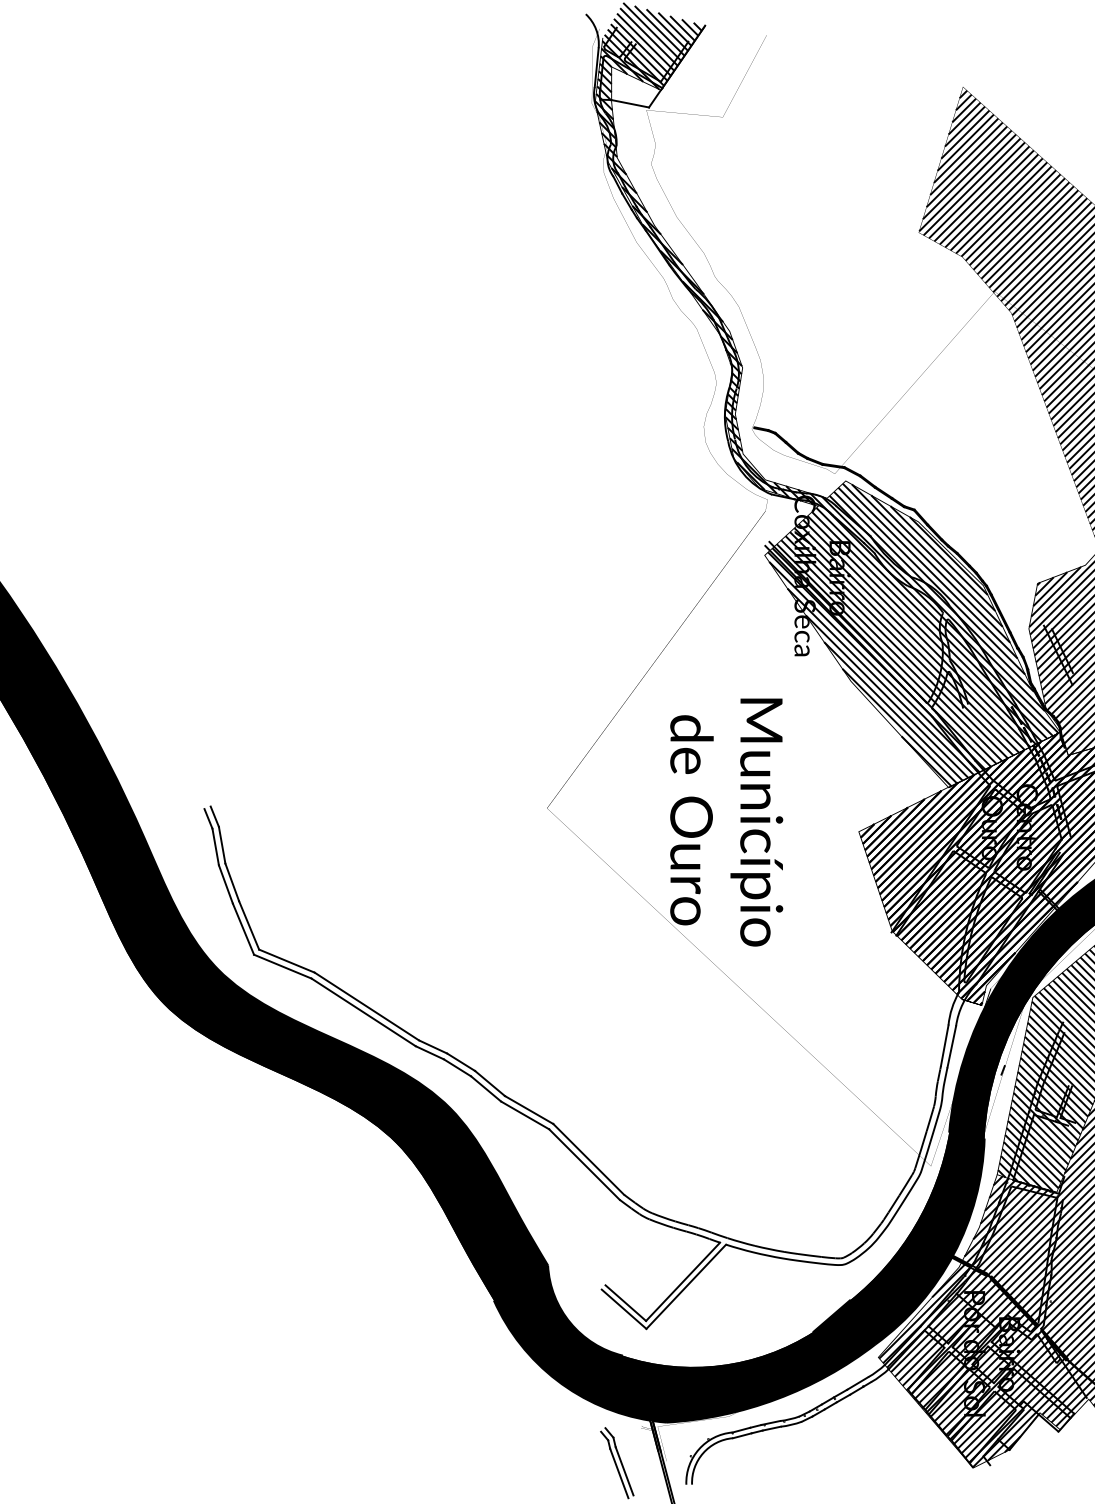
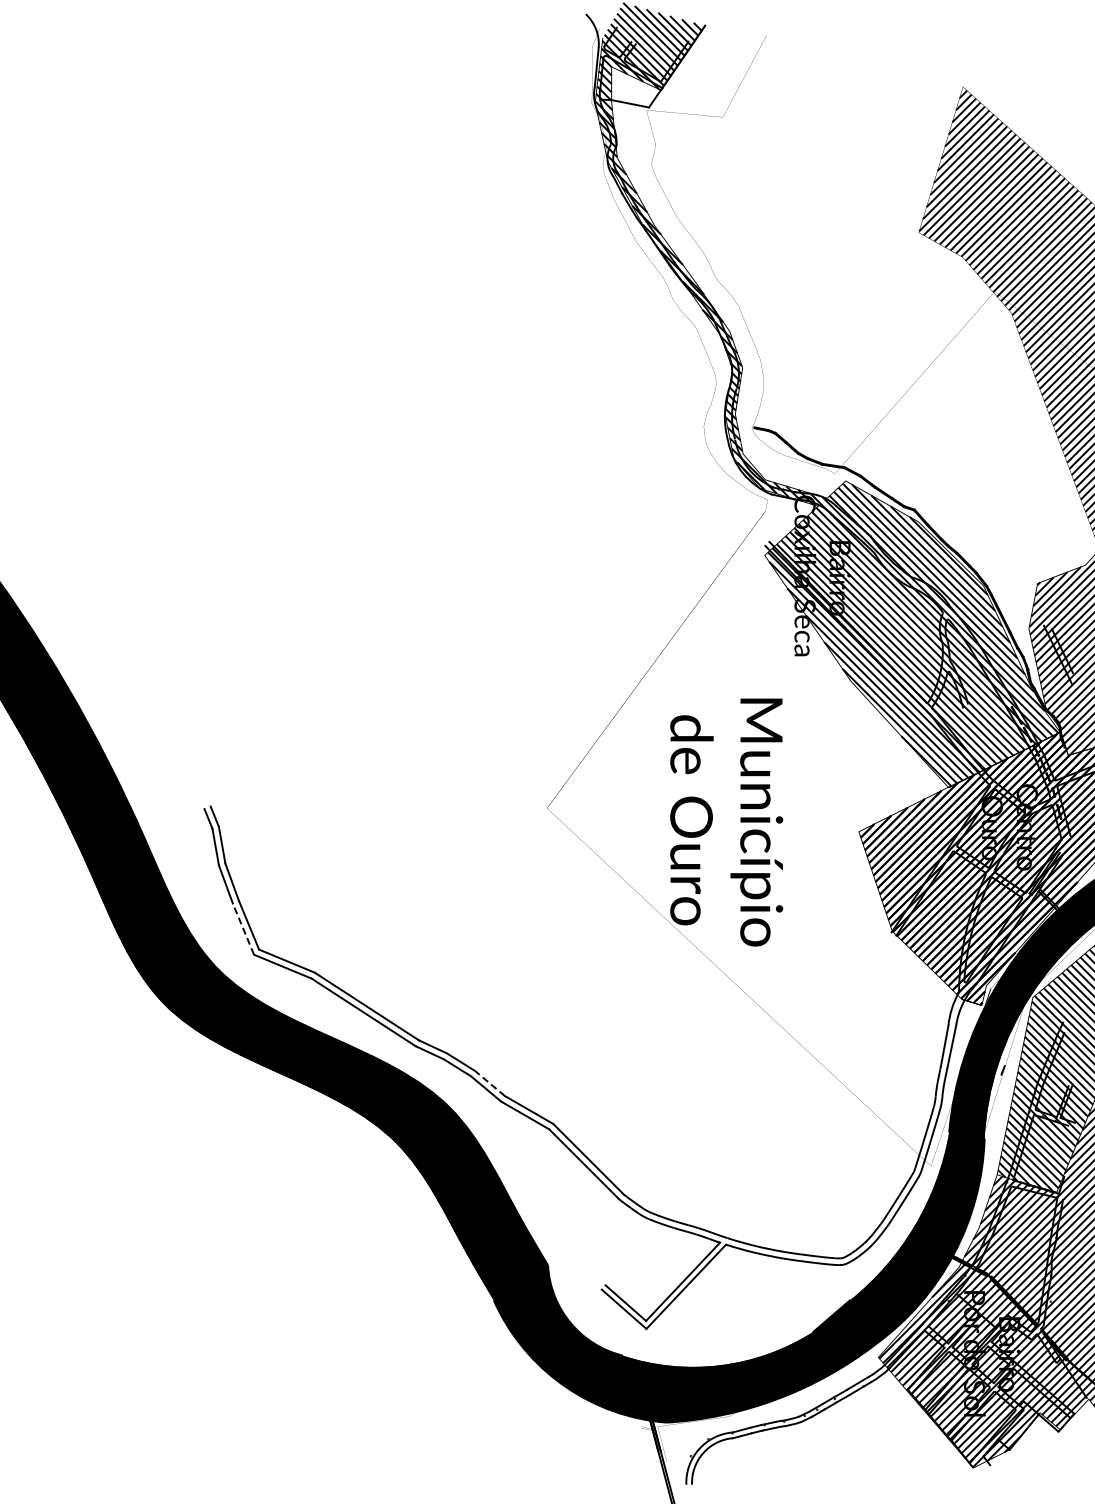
line at (243, 929): solid -> dashed
line at (490, 1083): solid -> dashed
part at (617, 1463): present -> none
